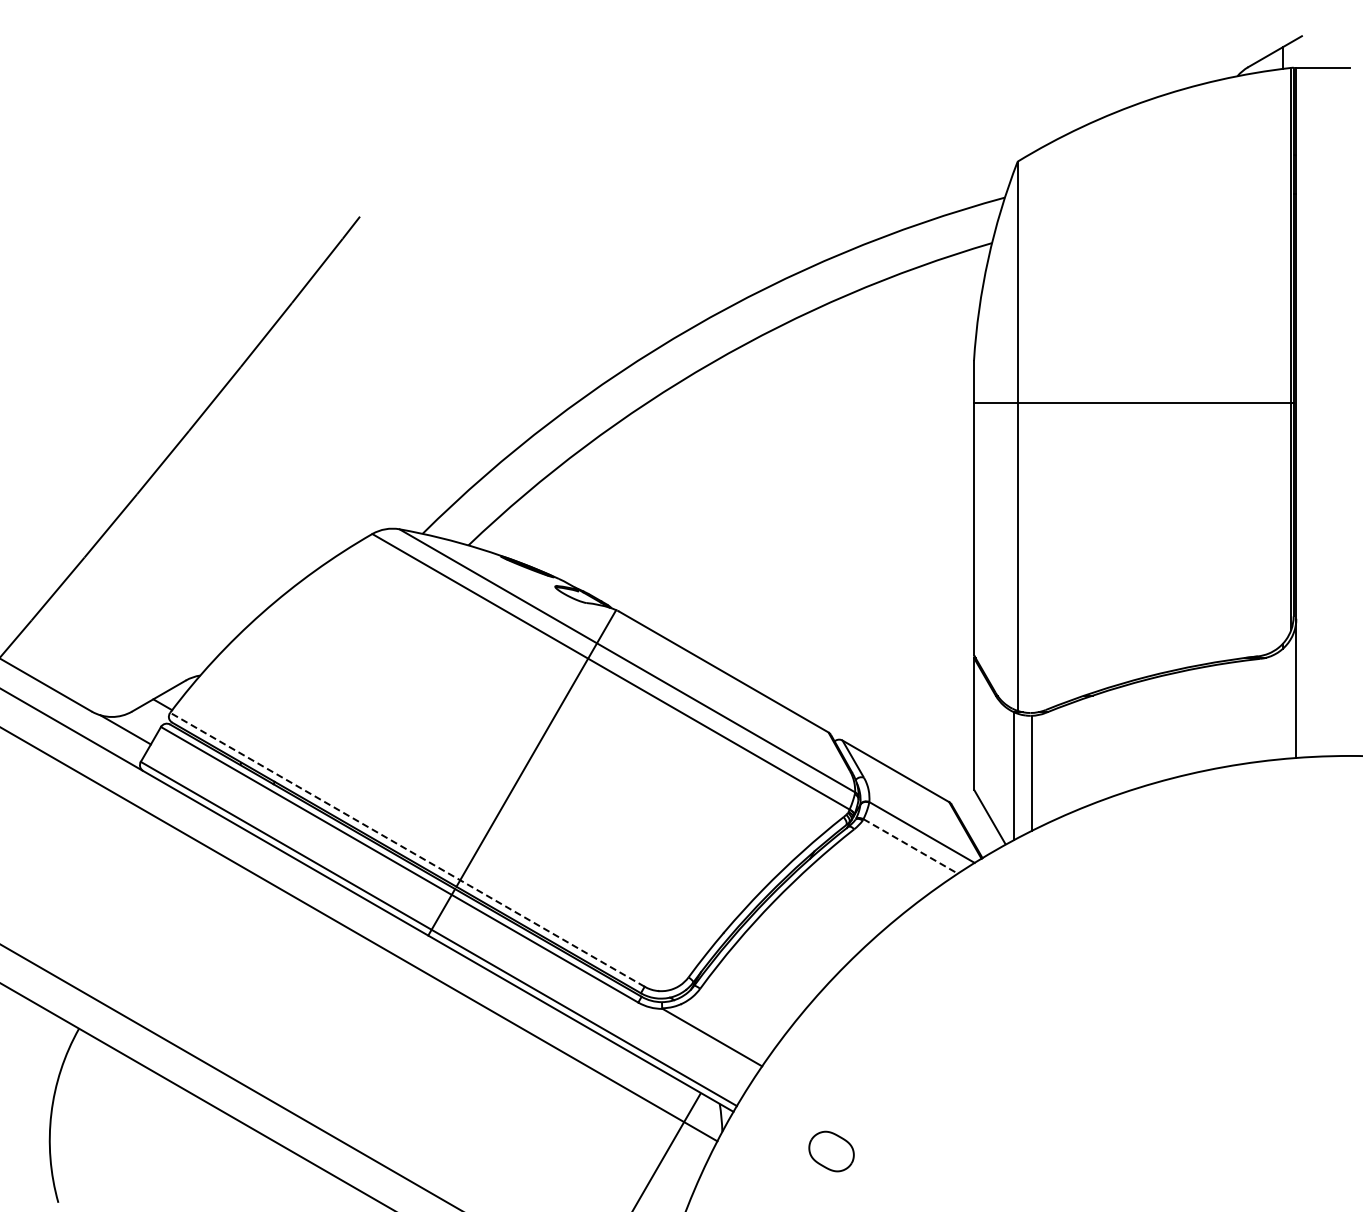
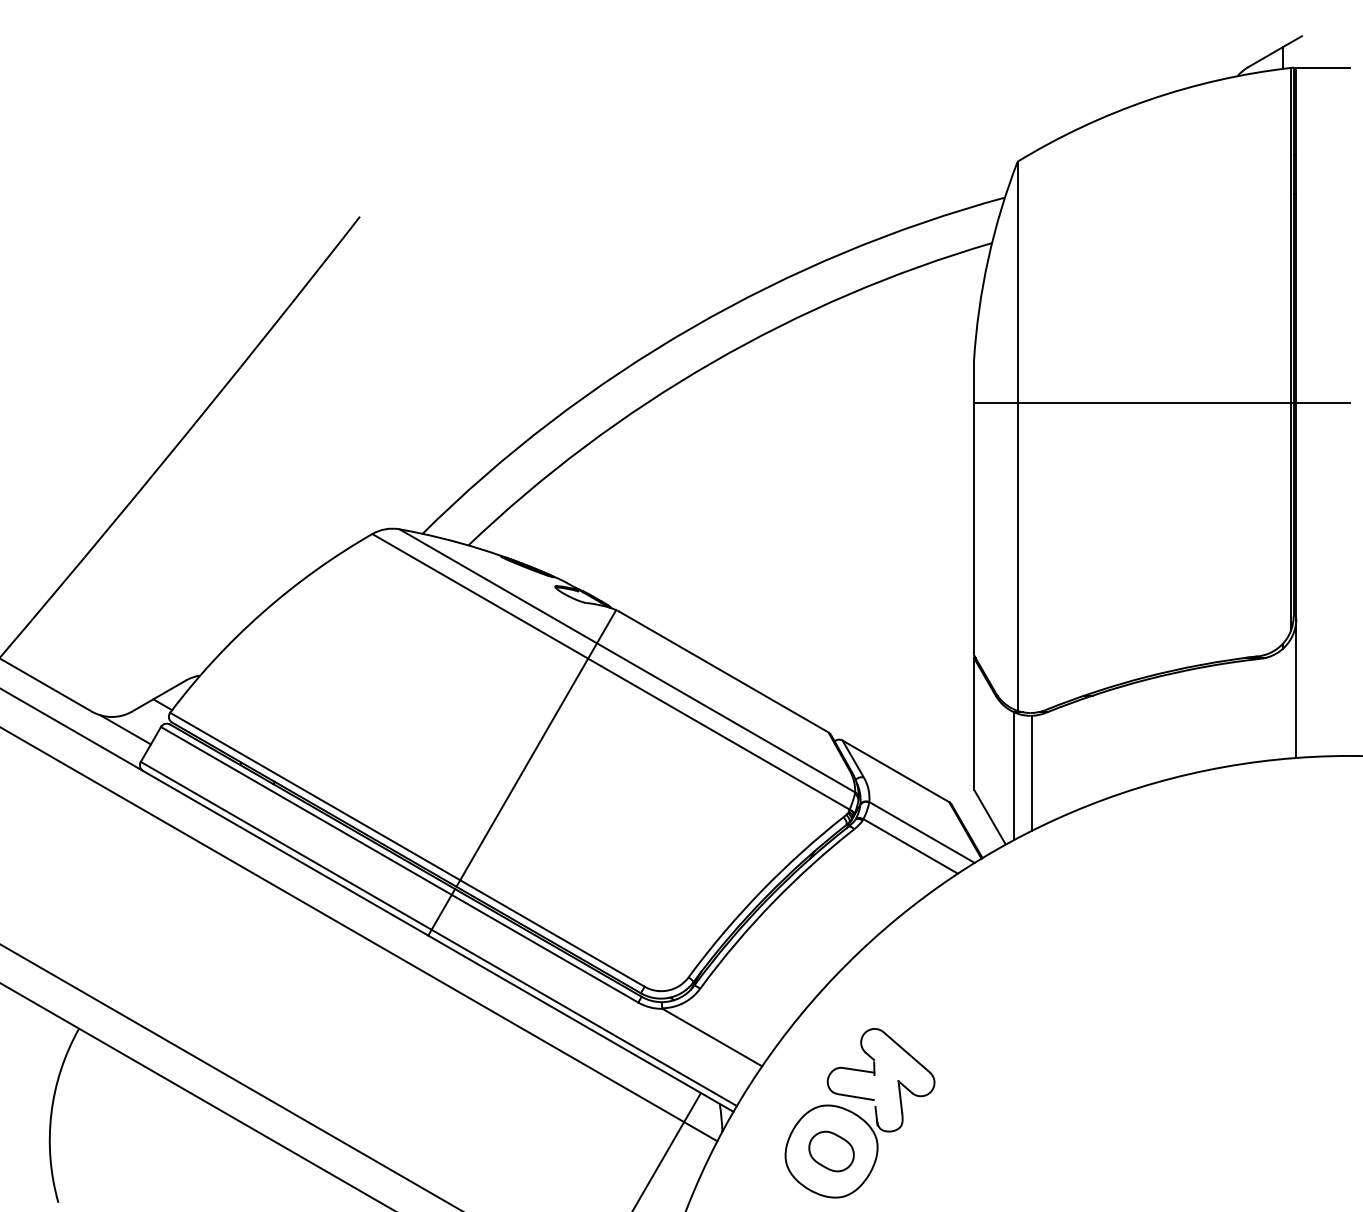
line at (1323, 403): none -> present
line at (910, 846): dashed -> solid
line at (407, 849): dashed -> solid
part at (859, 1113): none -> present
